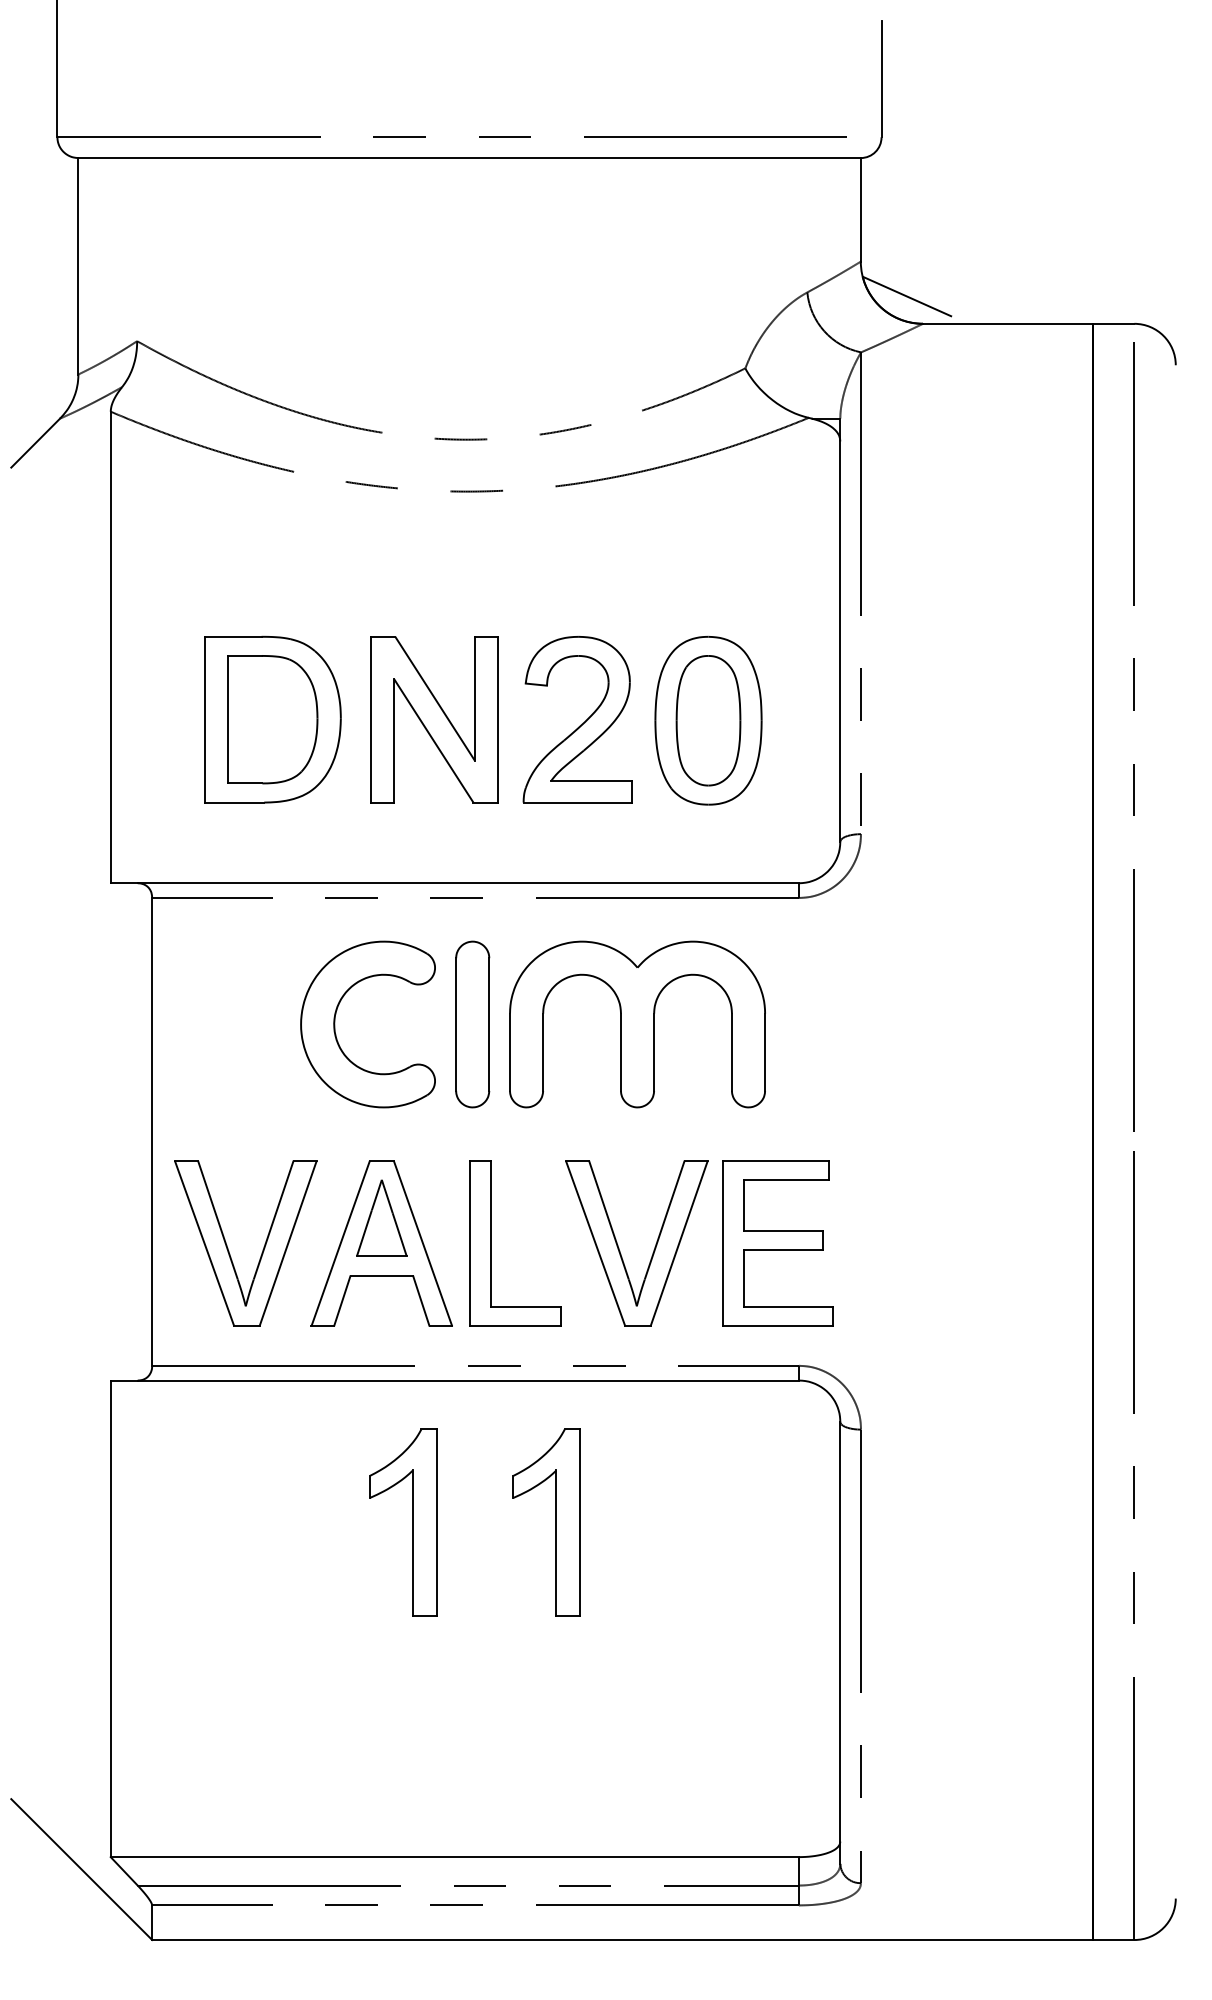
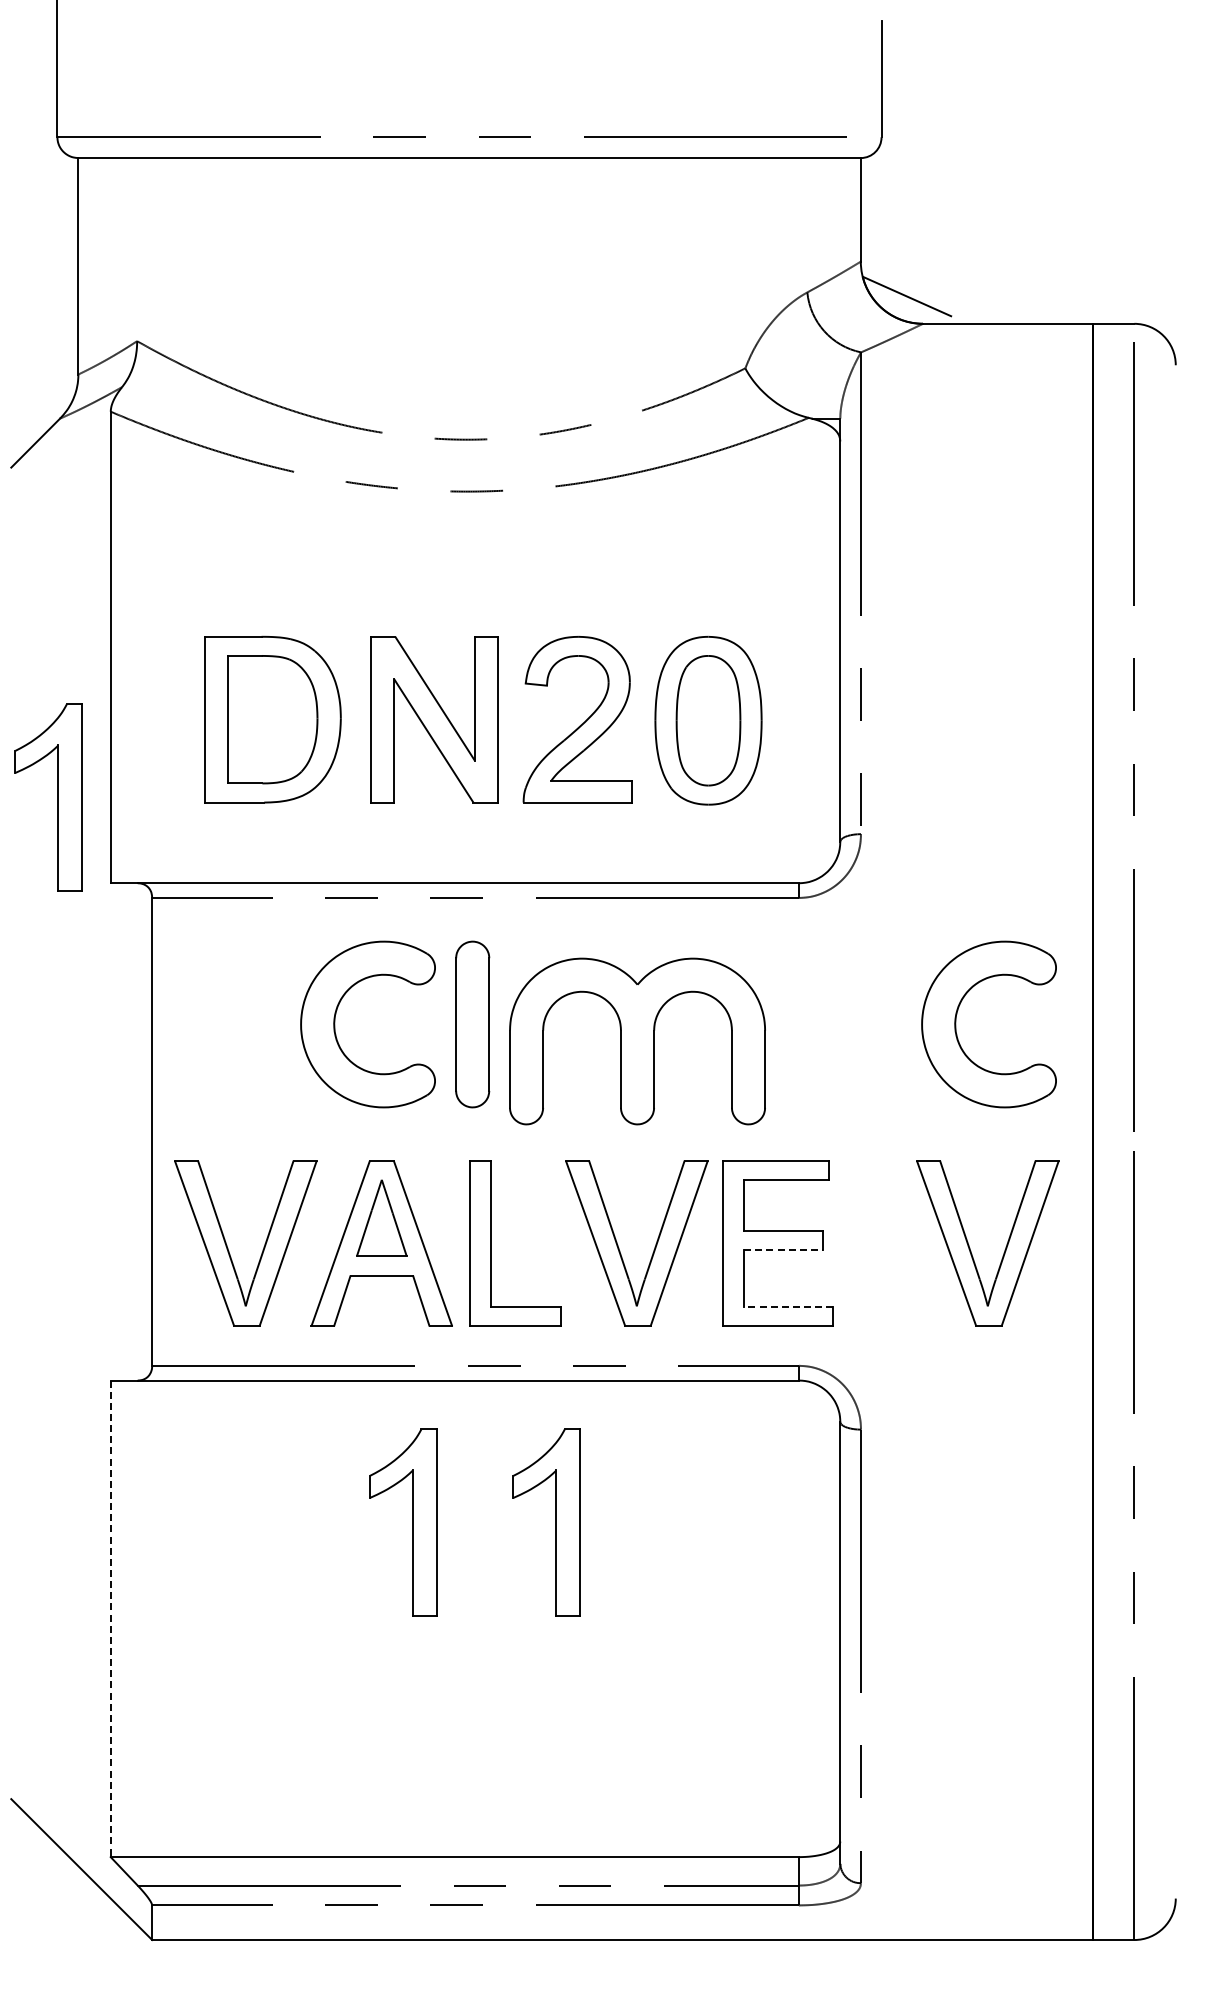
part at (57, 797): none -> present
part at (637, 1024) position: (637, 1024) -> (637, 1041)
part at (956, 1024): none -> present
line at (783, 1249): solid -> dashed
part at (971, 1250): none -> present
line at (788, 1307): solid -> dashed
line at (110, 1619): solid -> dashed
